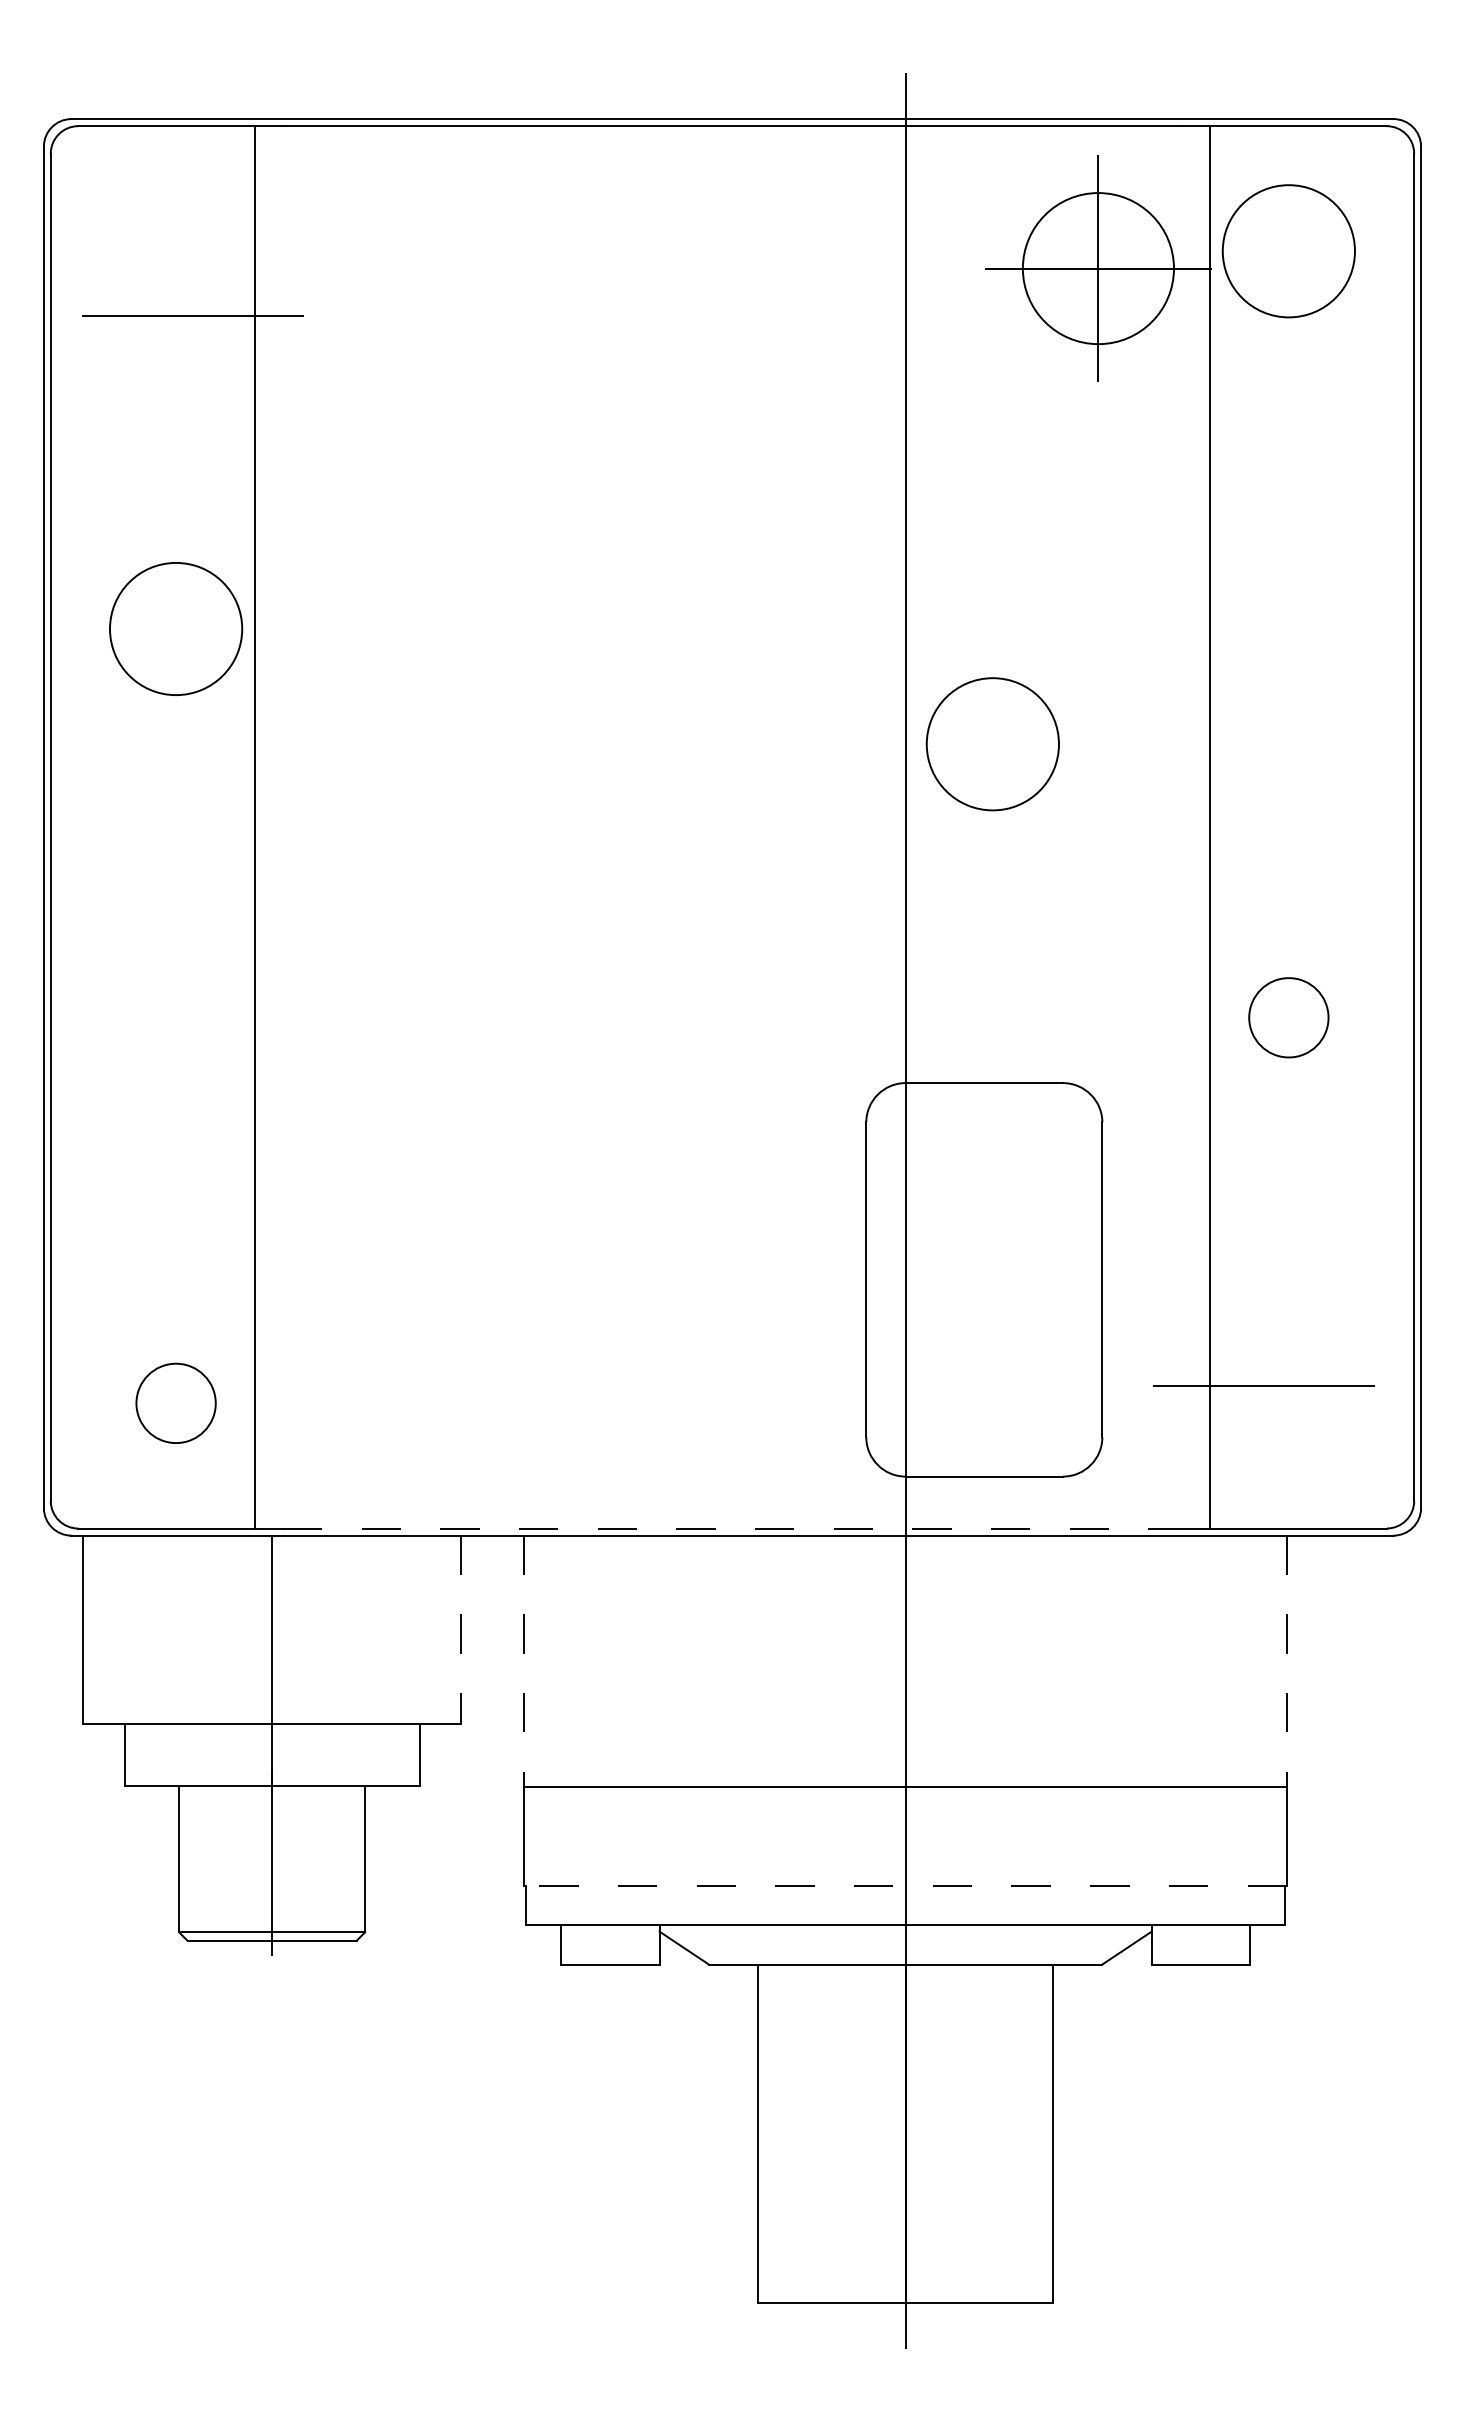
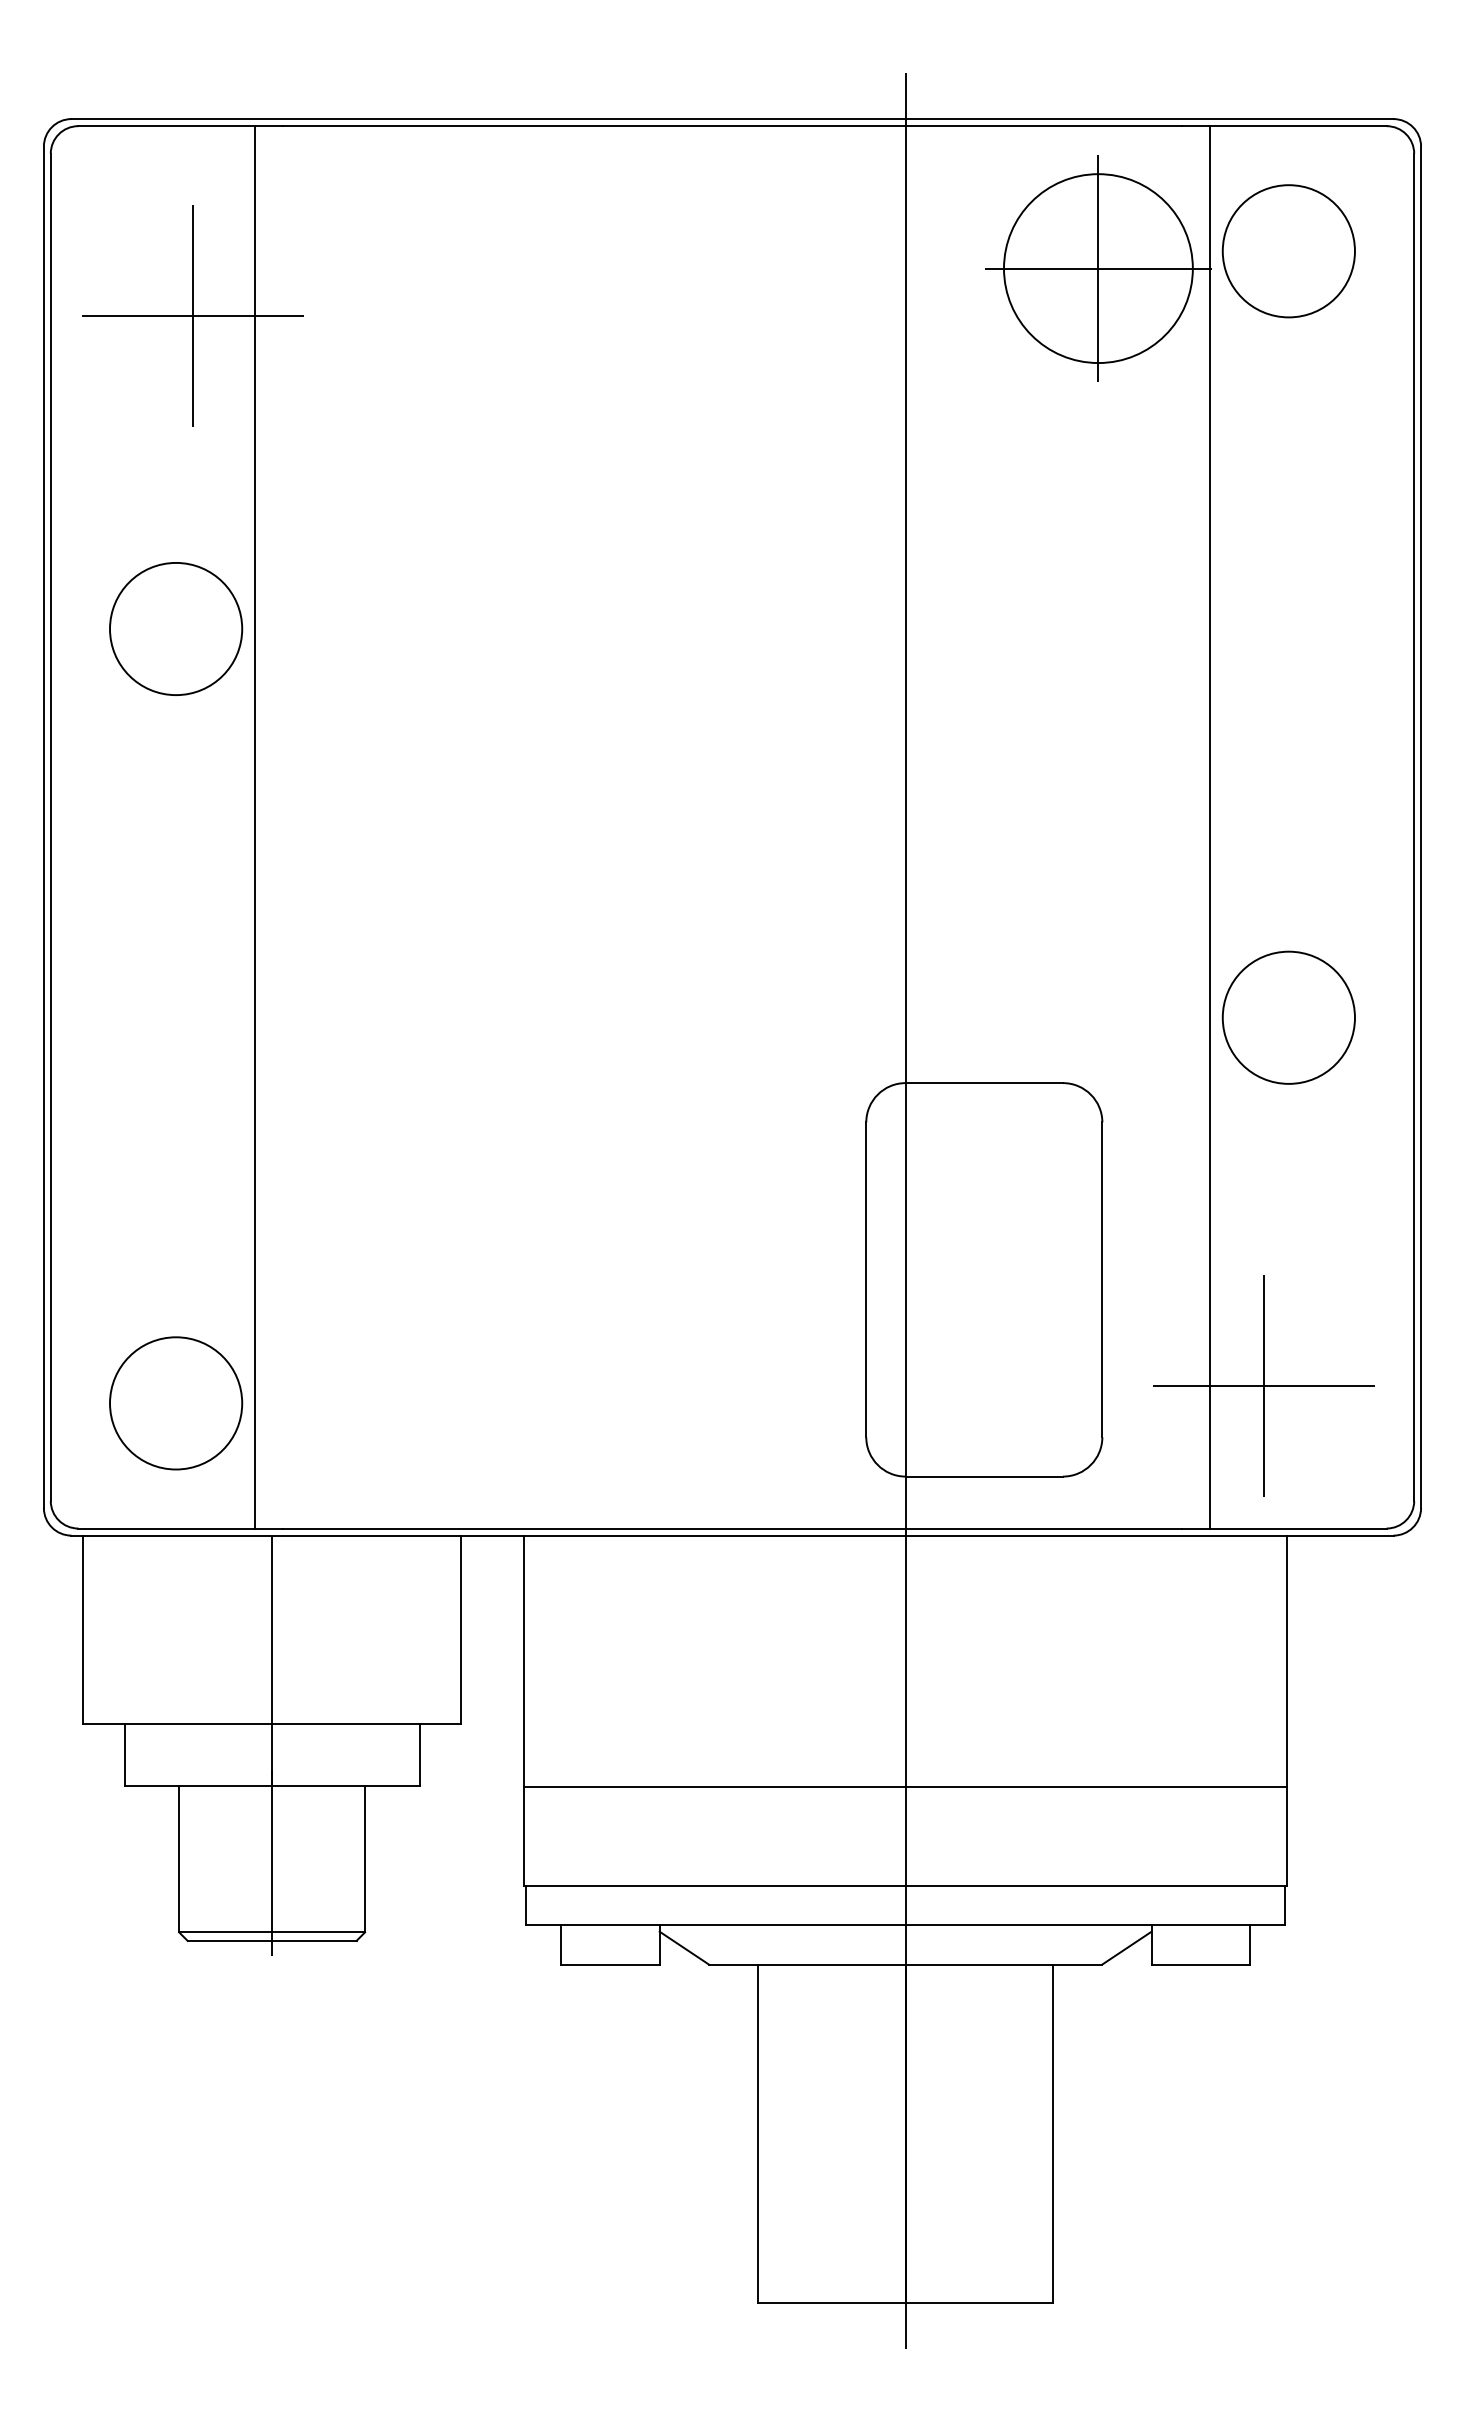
circle at (1097, 268) diameter: 151 px -> 189 px
line at (193, 315): none -> present
circle at (992, 744): present -> none
circle at (1288, 1017) diameter: 79 px -> 132 px
line at (1263, 1386): none -> present
circle at (175, 1403) diameter: 79 px -> 132 px
line at (732, 1528): dashed -> solid
line at (460, 1630): dashed -> solid
line at (523, 1661): dashed -> solid
line at (1287, 1661): dashed -> solid
line at (905, 1885): dashed -> solid
